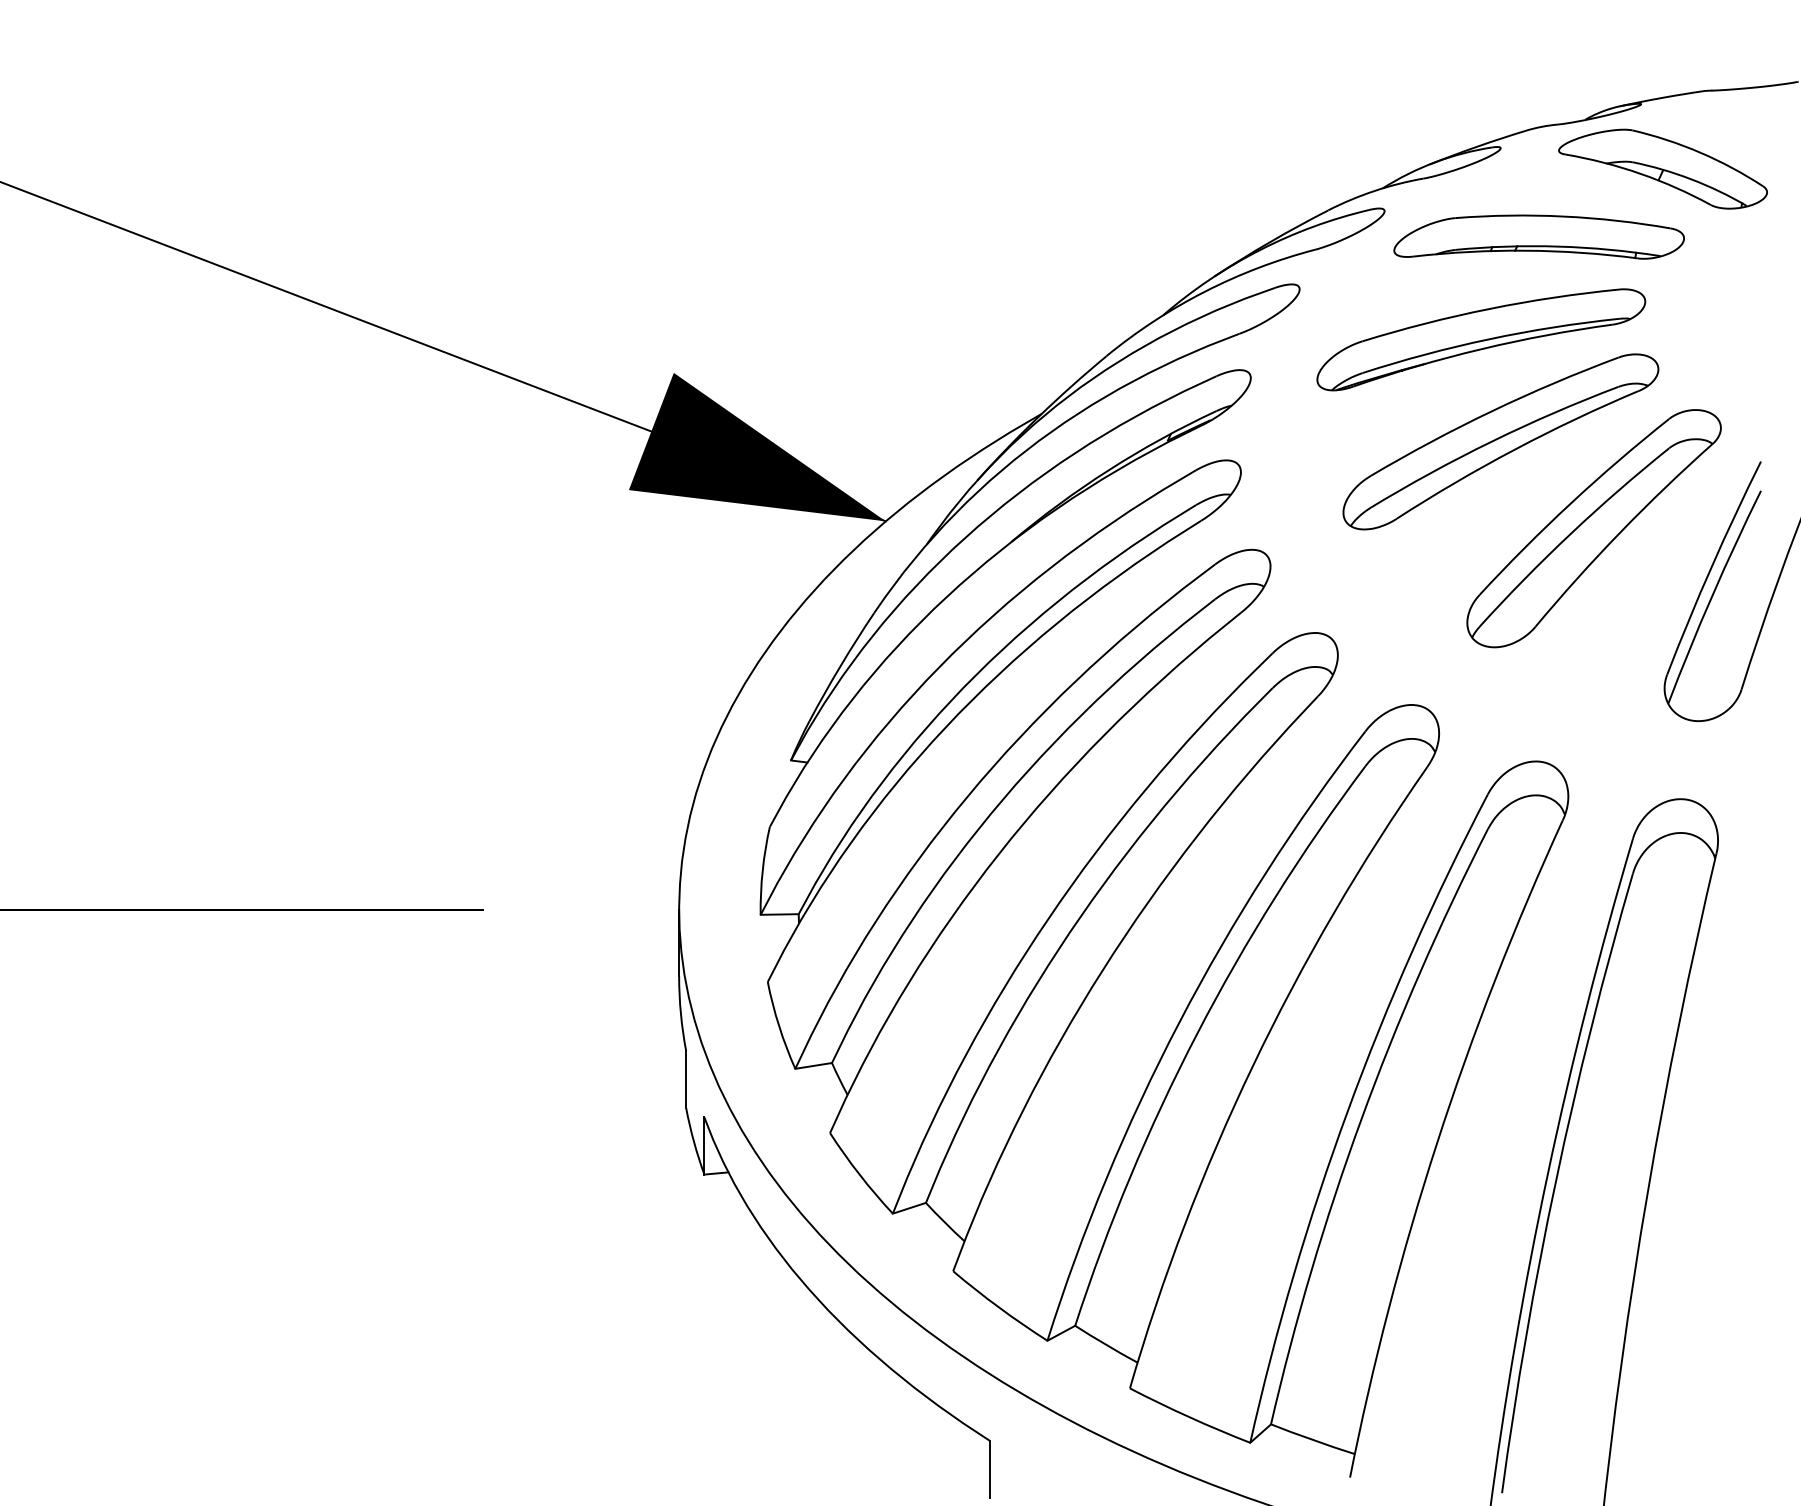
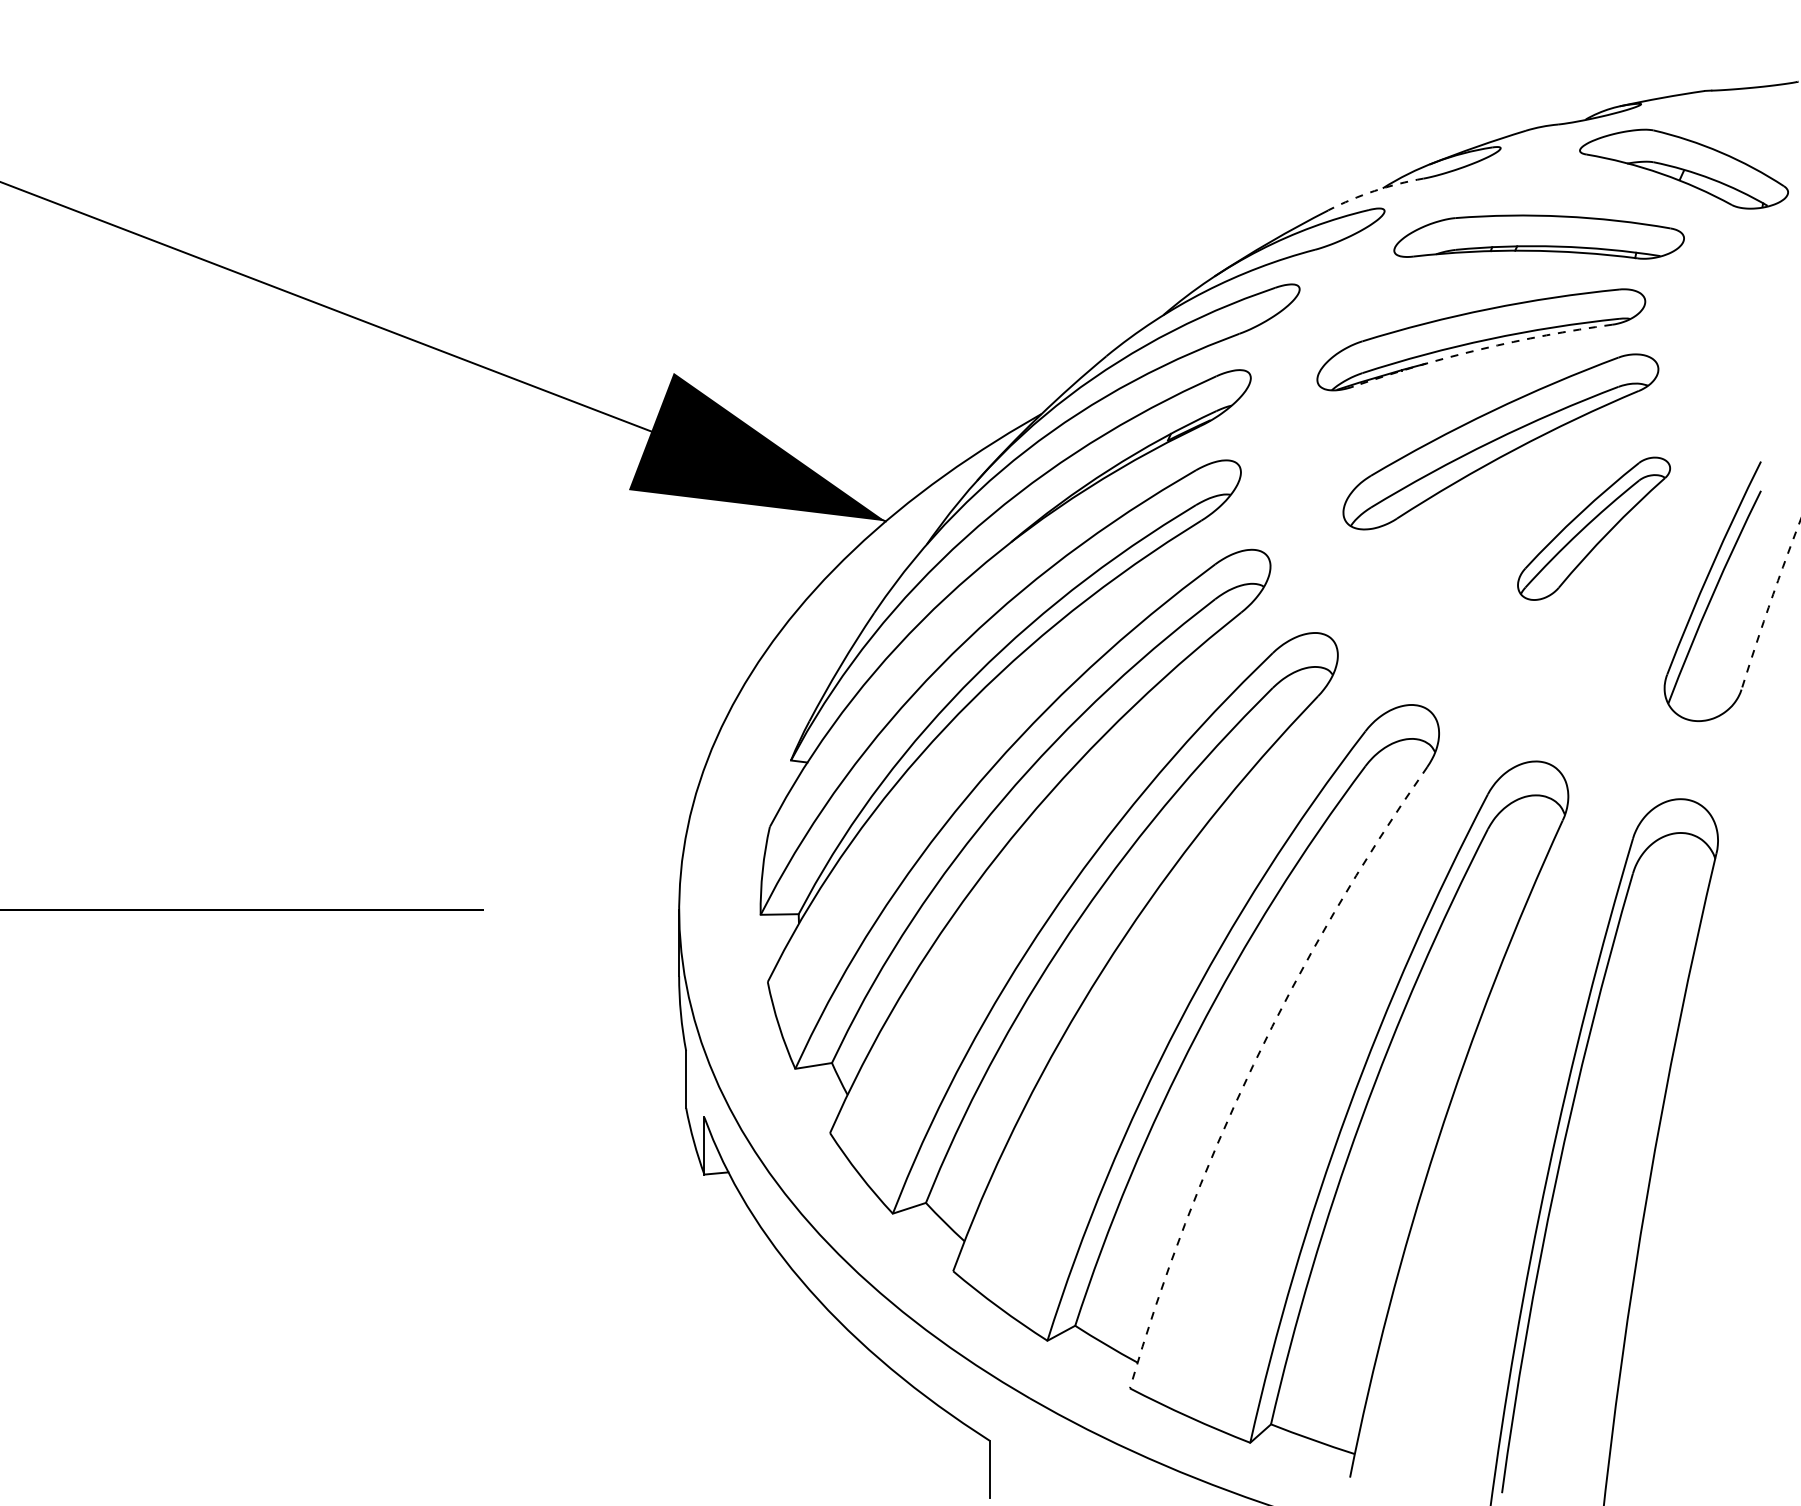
part at (1662, 168) position: (1662, 168) -> (1683, 168)
arc at (1374, 190): solid -> dashed
arc at (1481, 349): solid -> dashed
part at (1593, 528) size: 256x240 px -> 154x145 px
arc at (1769, 604): solid -> dashed
arc at (1253, 1065): solid -> dashed
